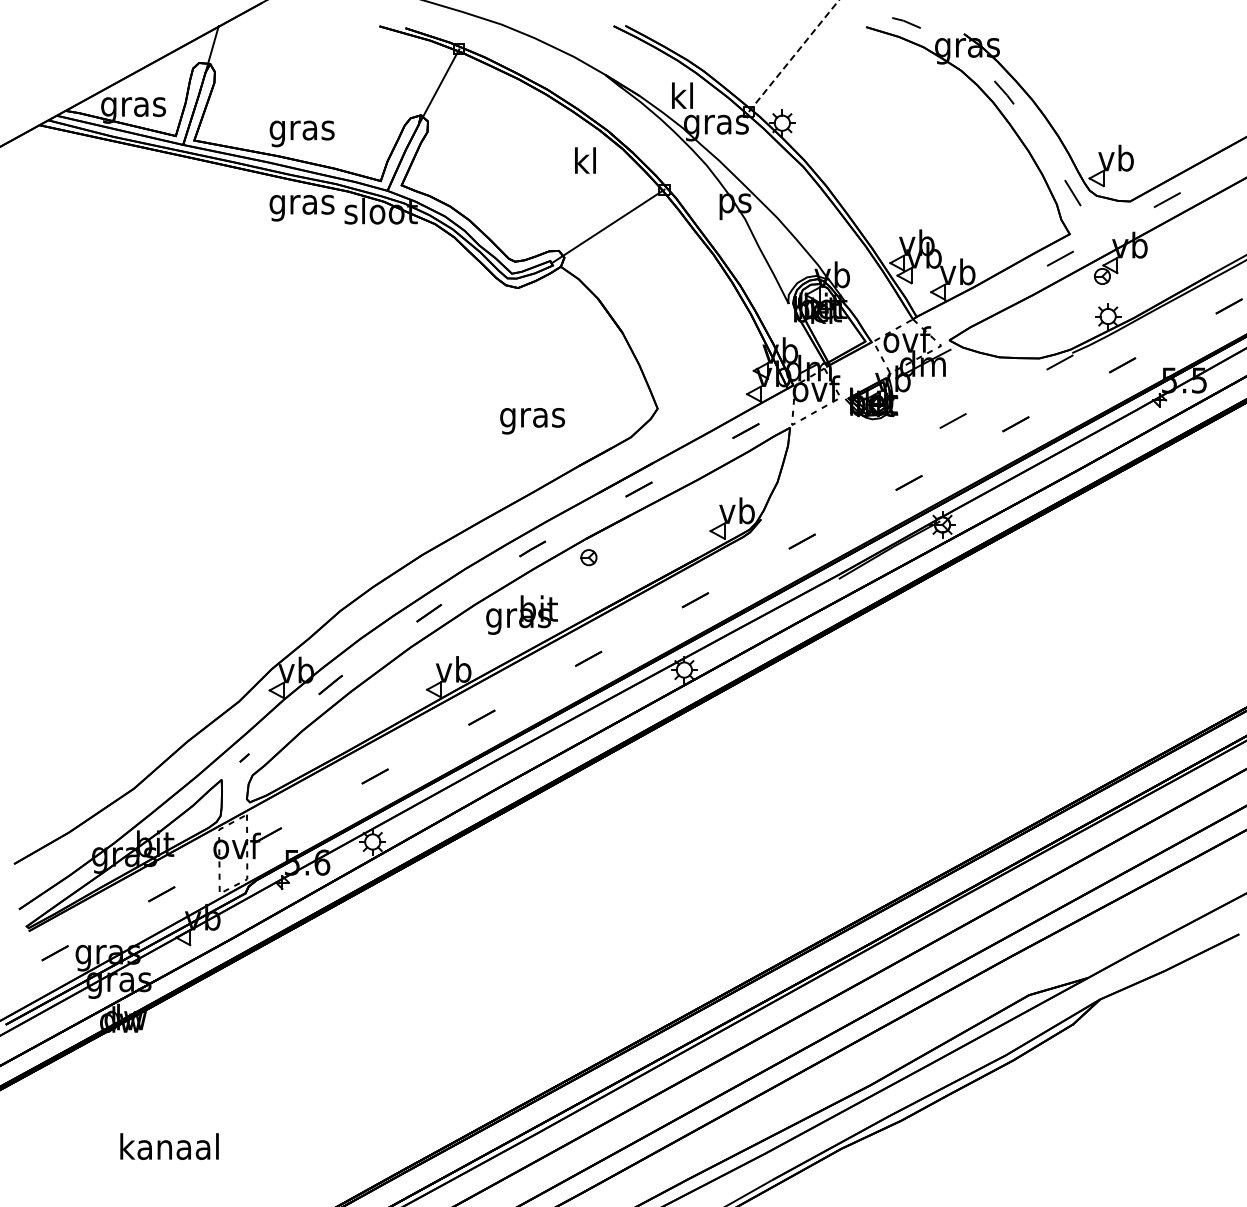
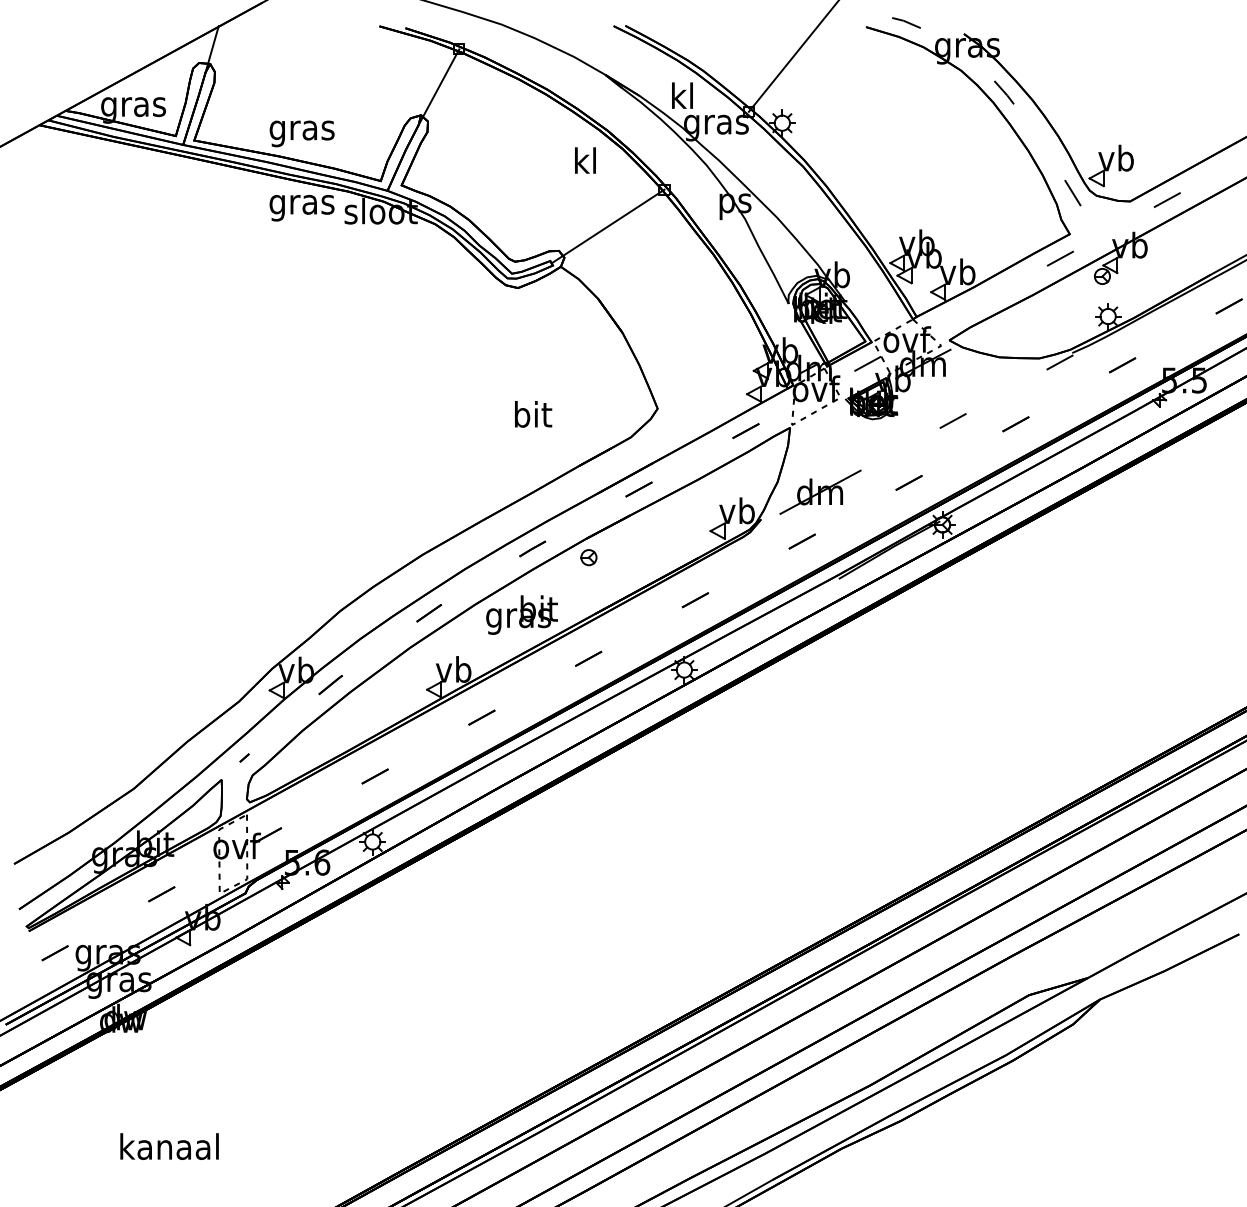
line at (793, 56): dashed -> solid
line at (866, 364): none -> present
text at (532, 417): gras -> bit
part at (820, 491): none -> present
